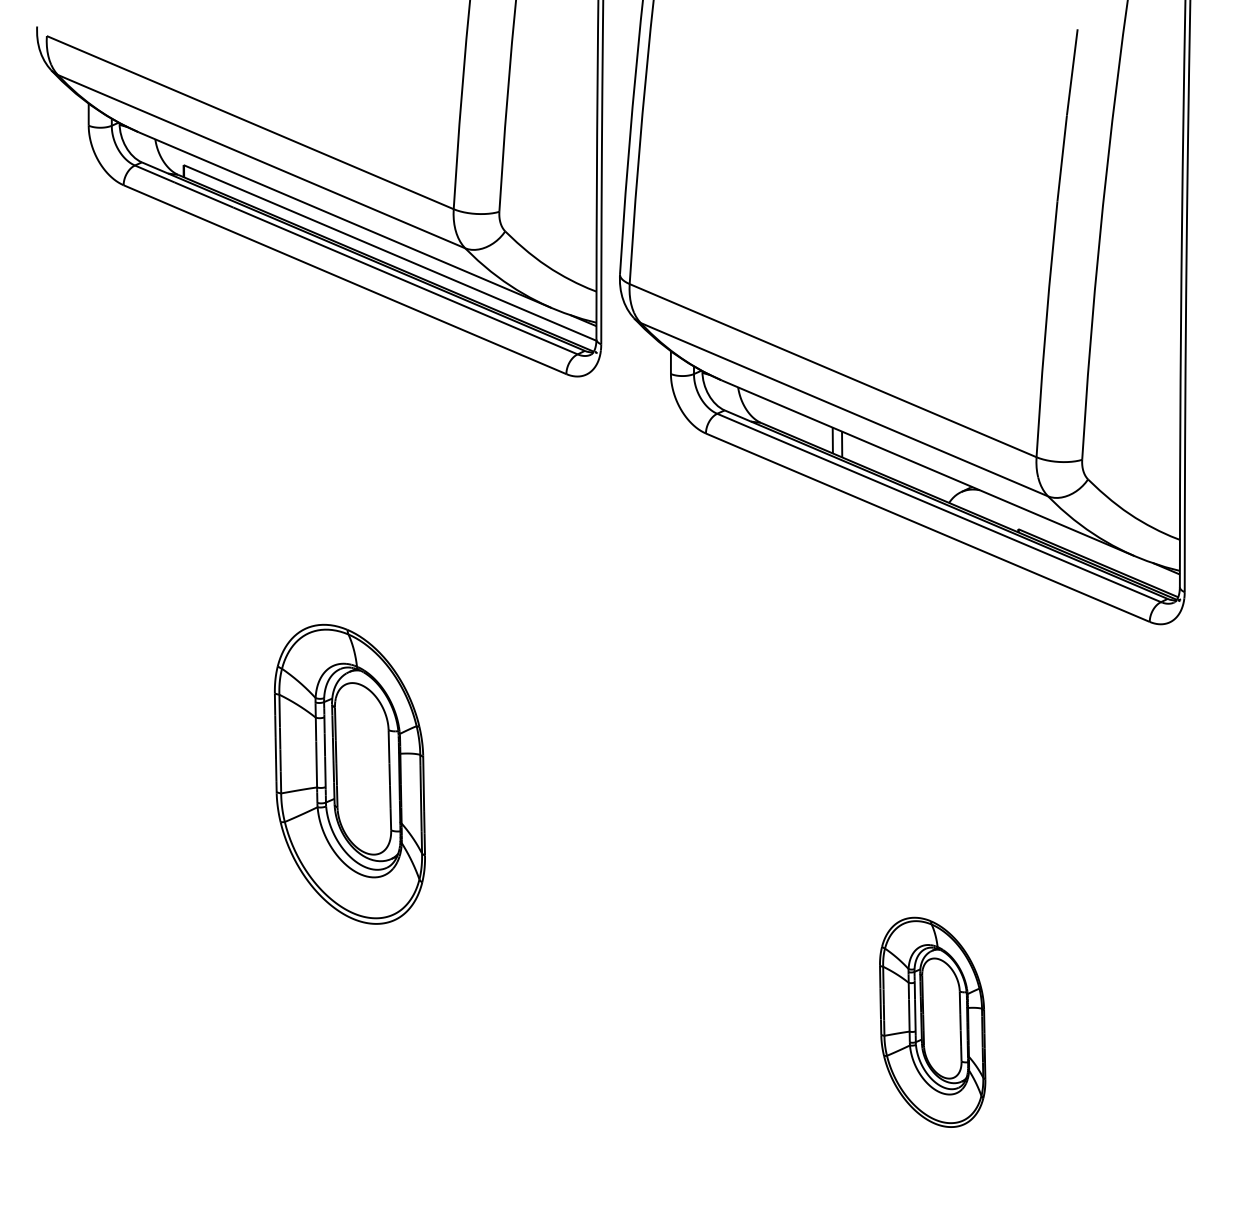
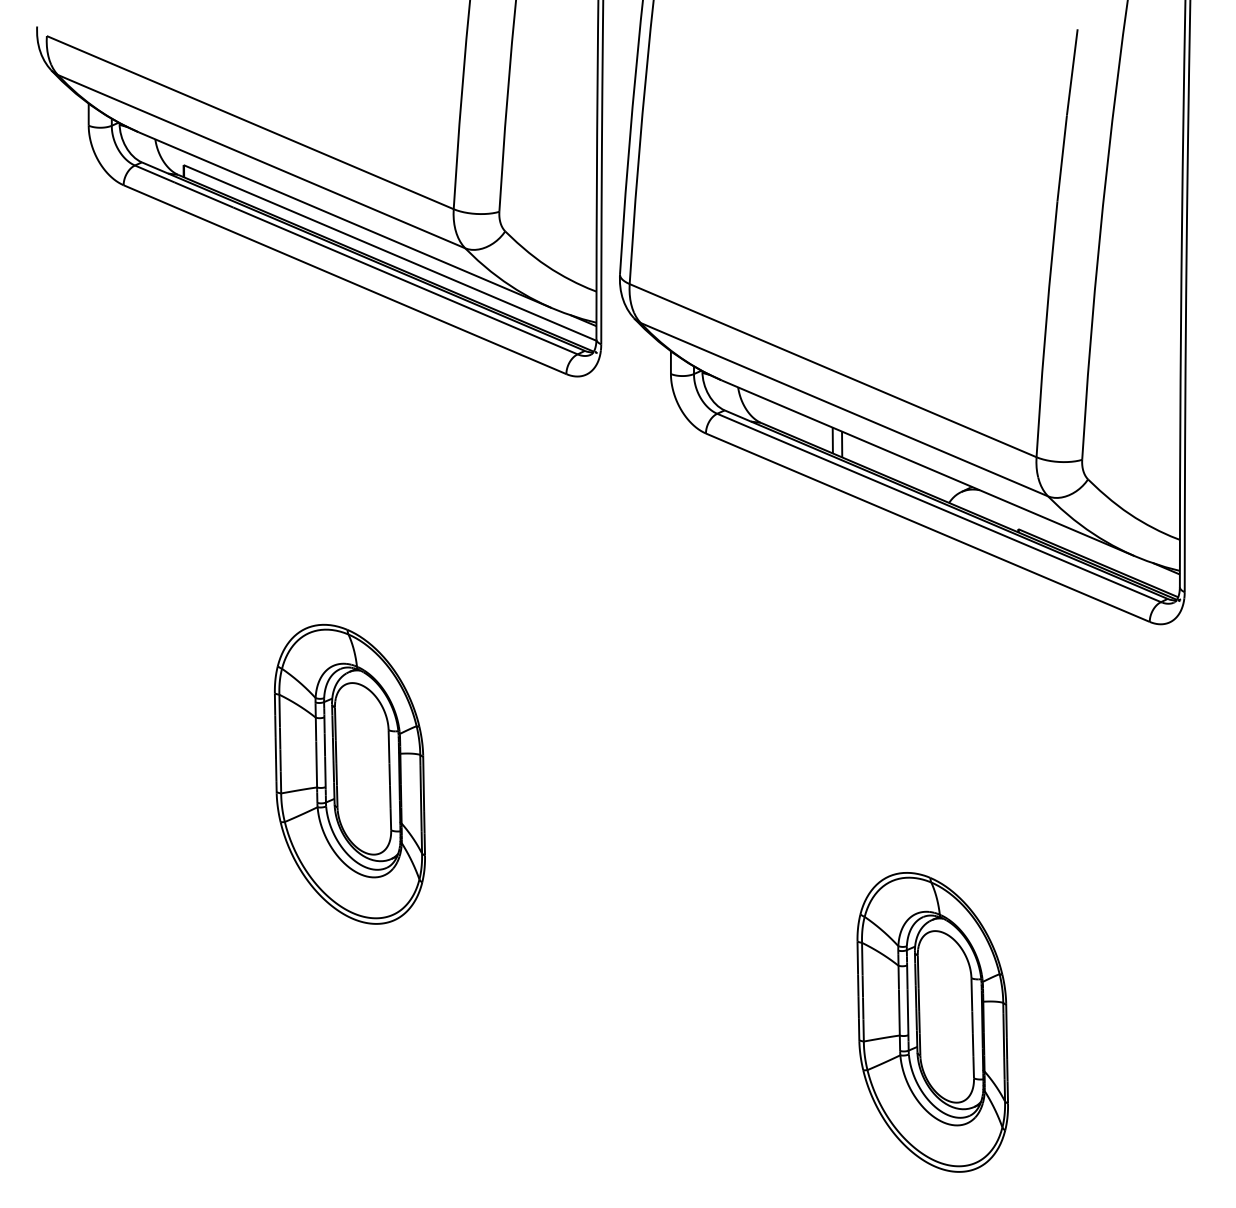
part at (932, 1021) size: 108x212 px -> 153x301 px
